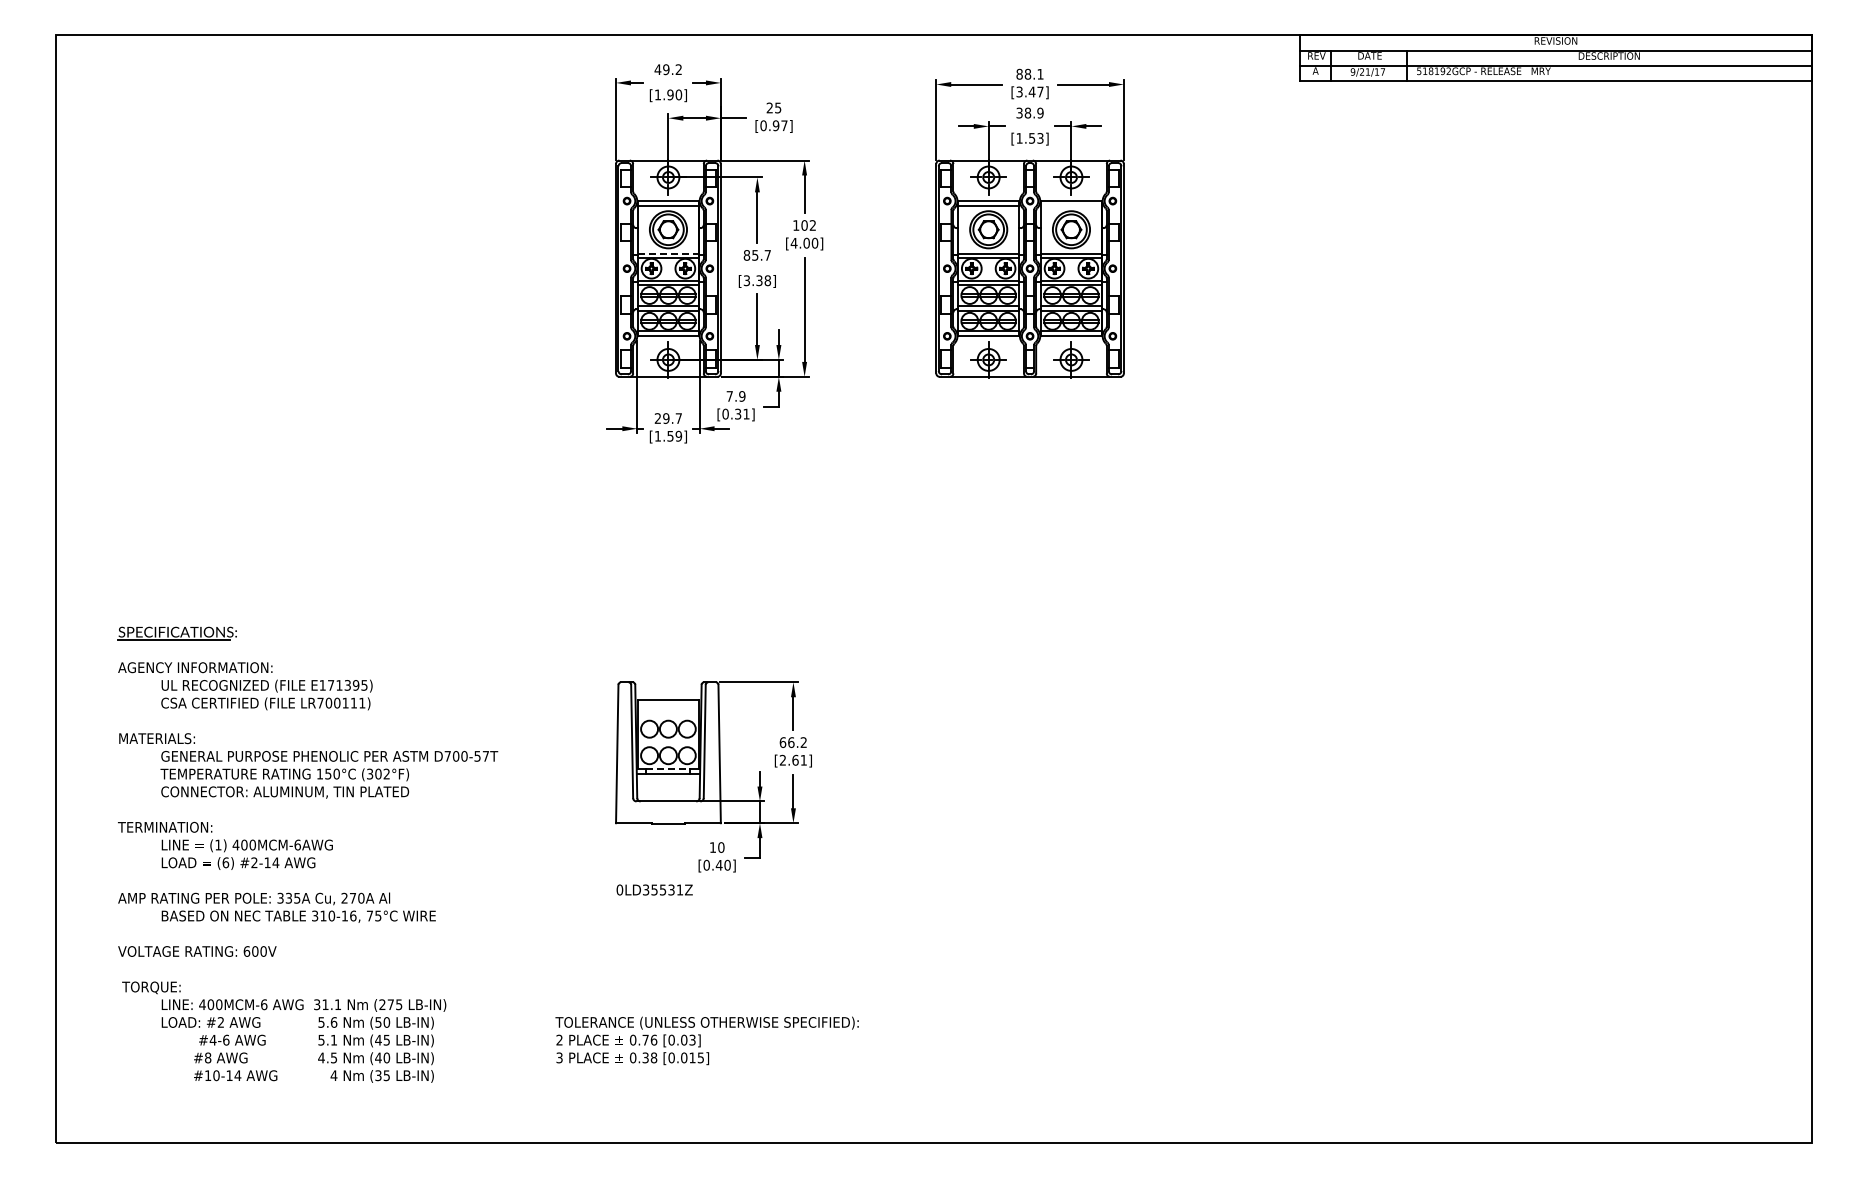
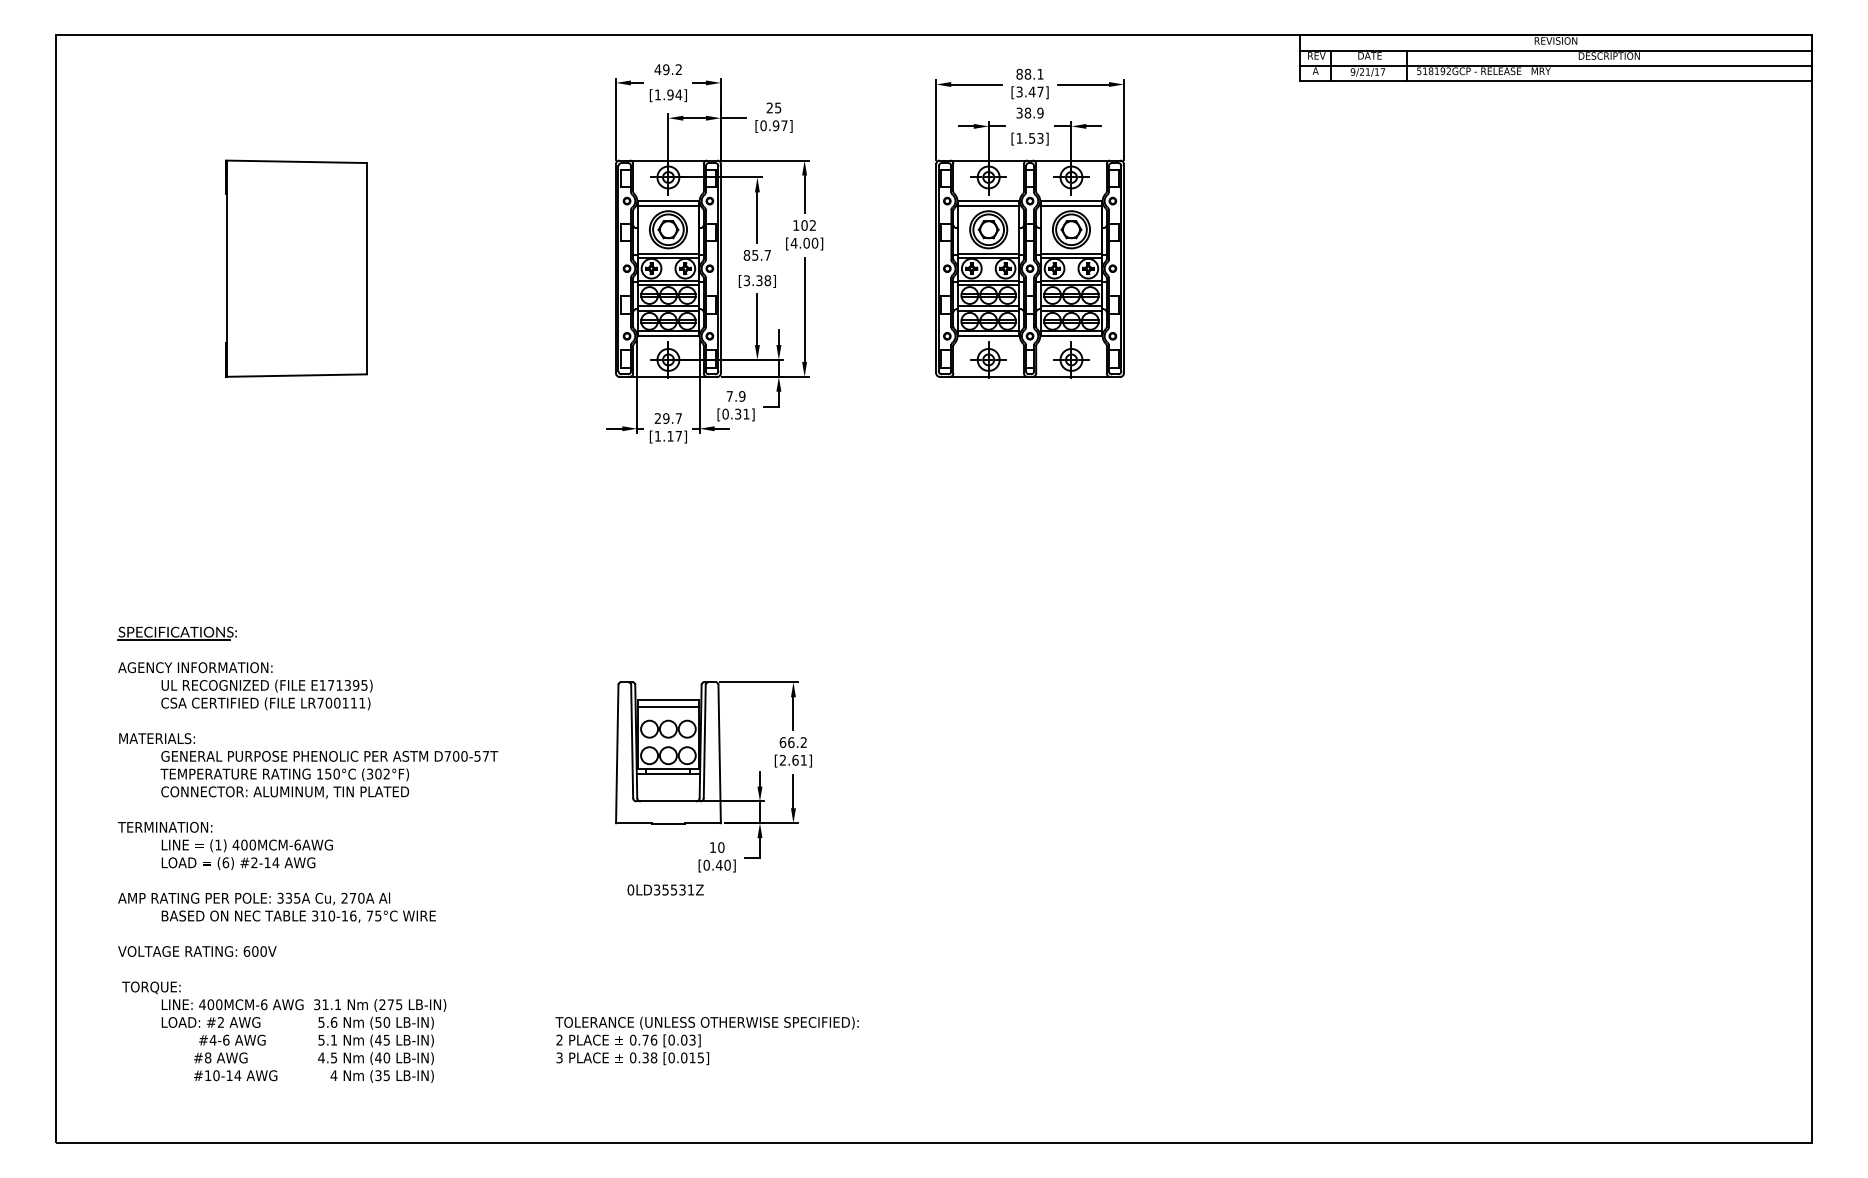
text at (678, 94): [1.90] -> [1.94]
line at (1071, 206): none -> present
line at (668, 253): dashed -> solid
part at (296, 268): none -> present
text at (674, 435): [1.59] -> [1.17]
line at (668, 706): none -> present
line at (668, 769): dashed -> solid
text at (654, 889) position: (654, 889) -> (665, 889)
